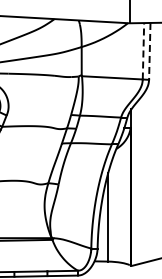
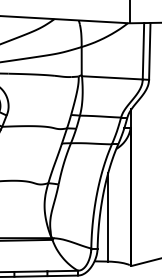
line at (143, 50): dashed -> solid
line at (149, 51): dashed -> solid
